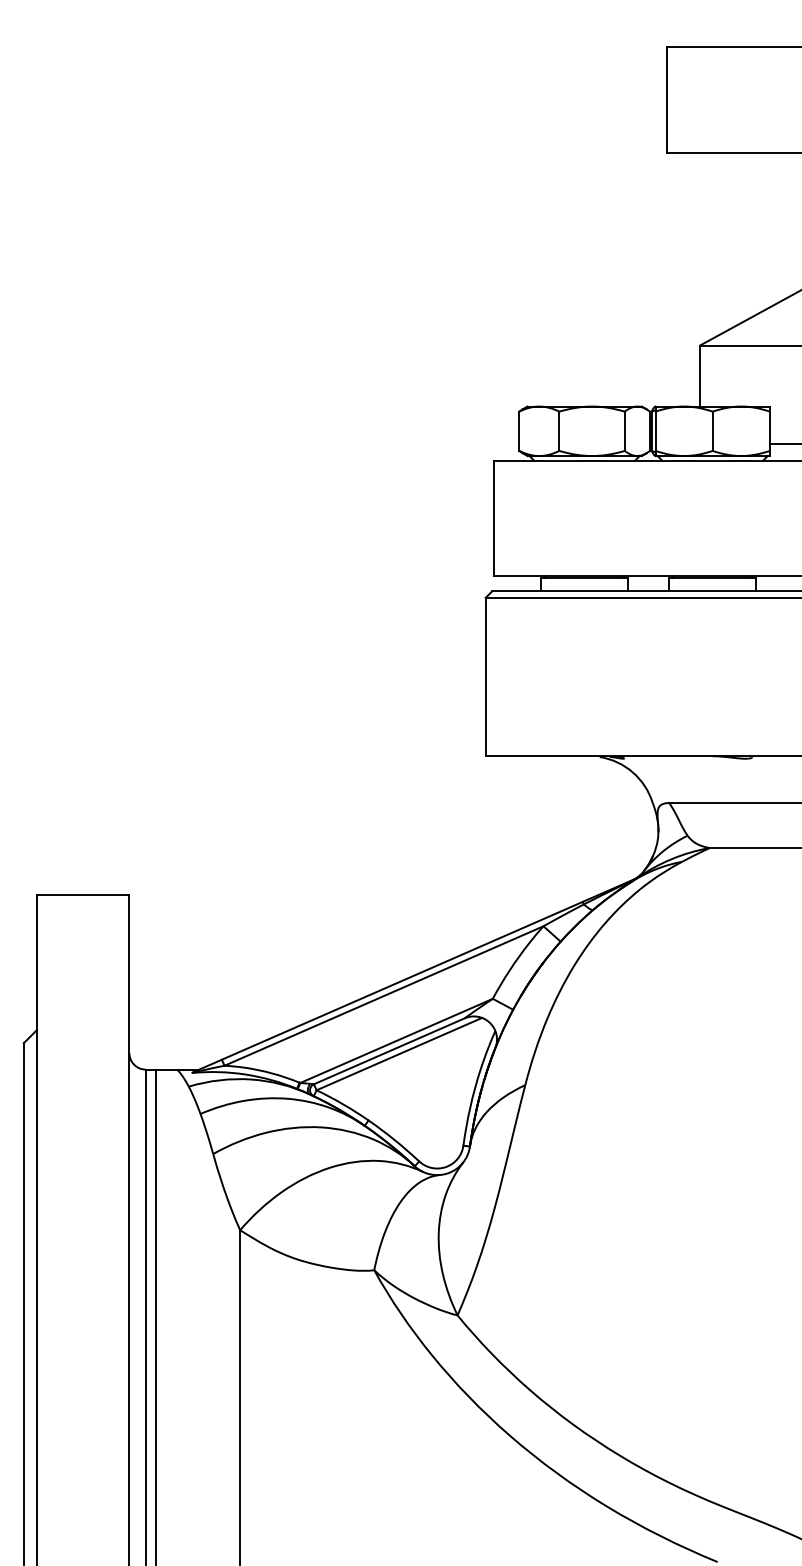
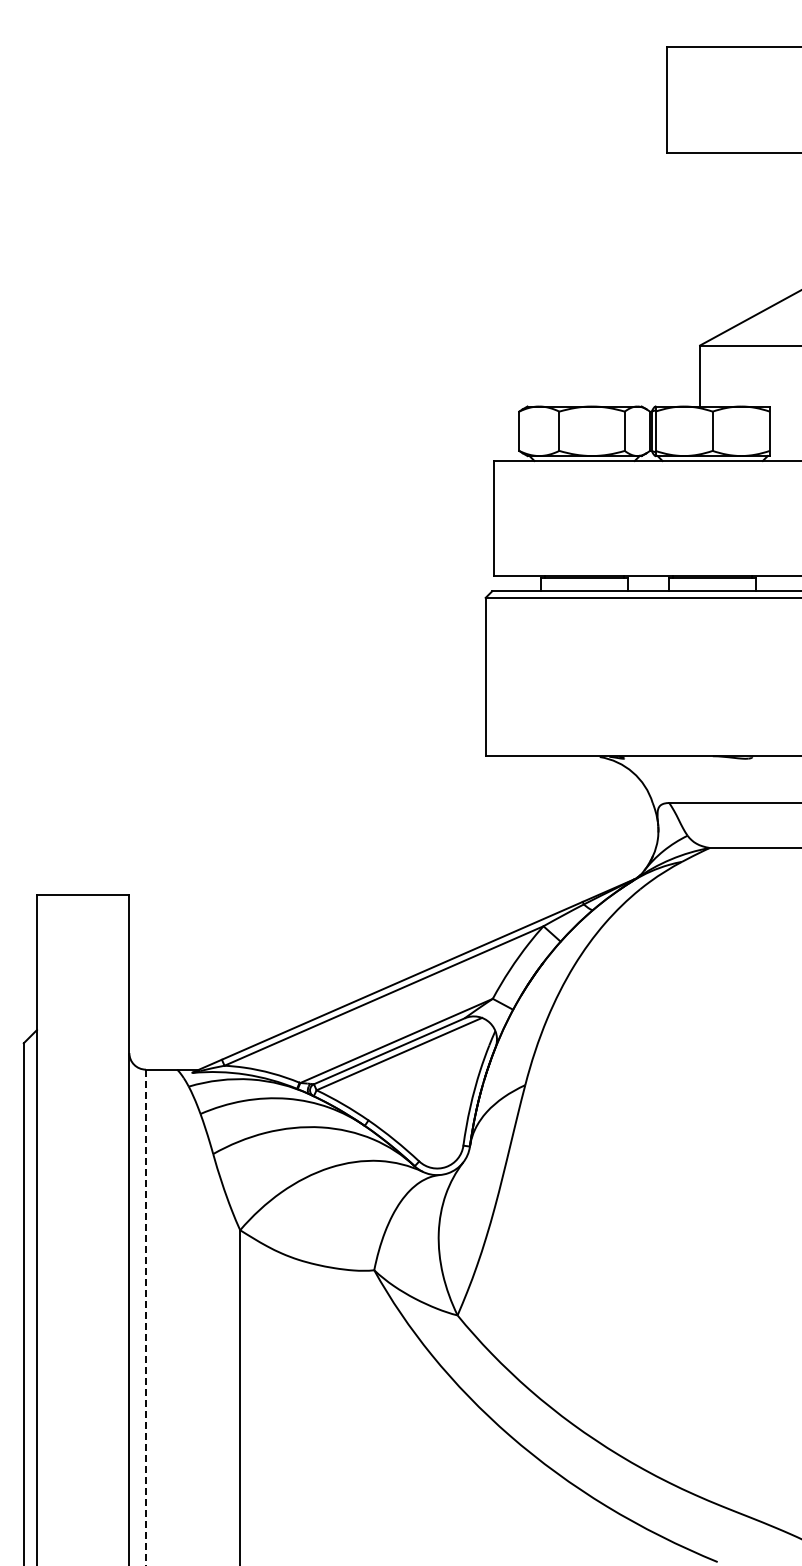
line at (783, 444): present -> none
line at (155, 1315): present -> none
line at (145, 1317): solid -> dashed
